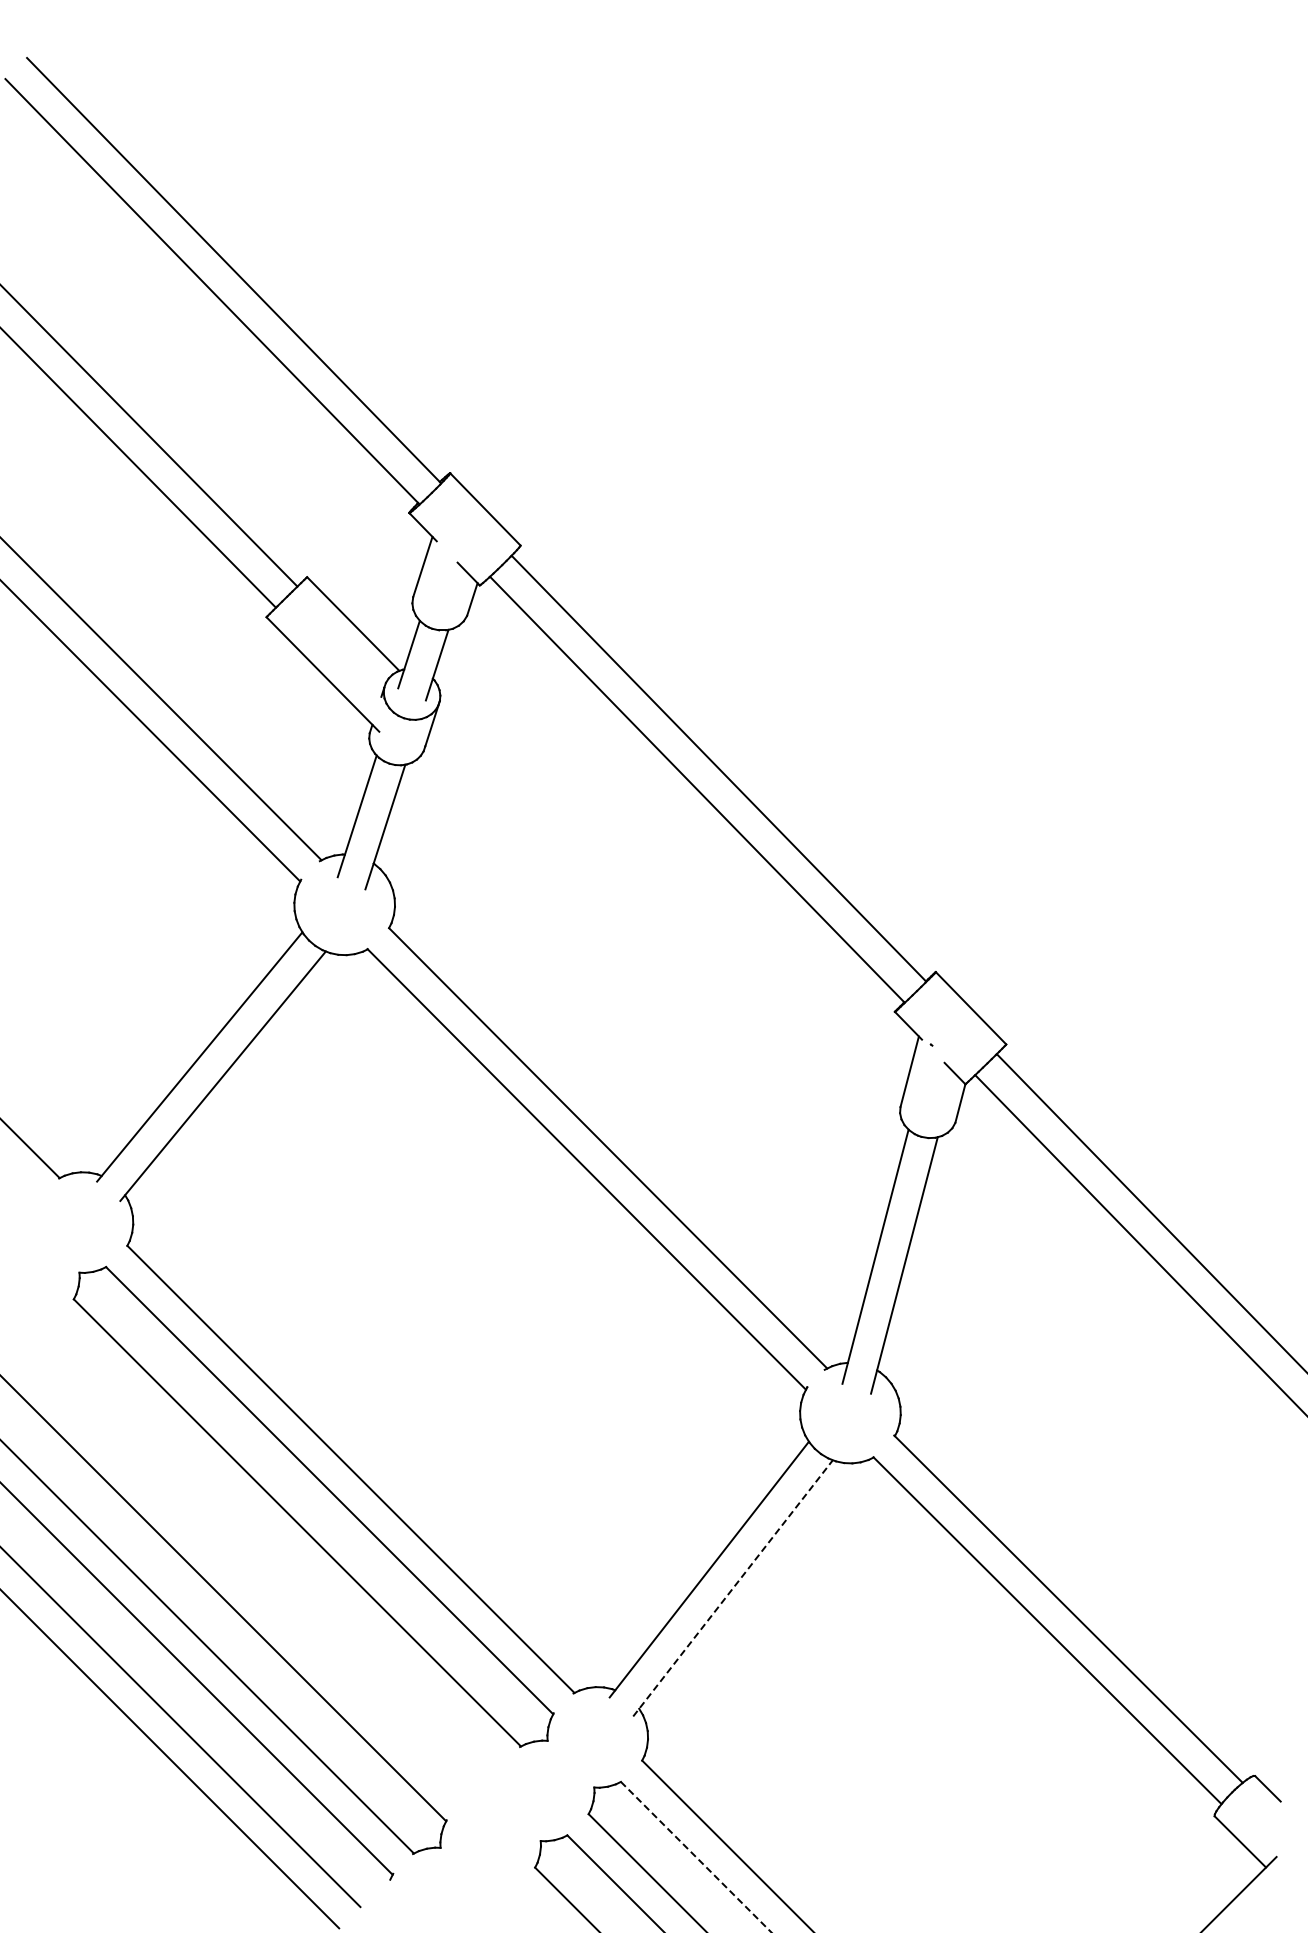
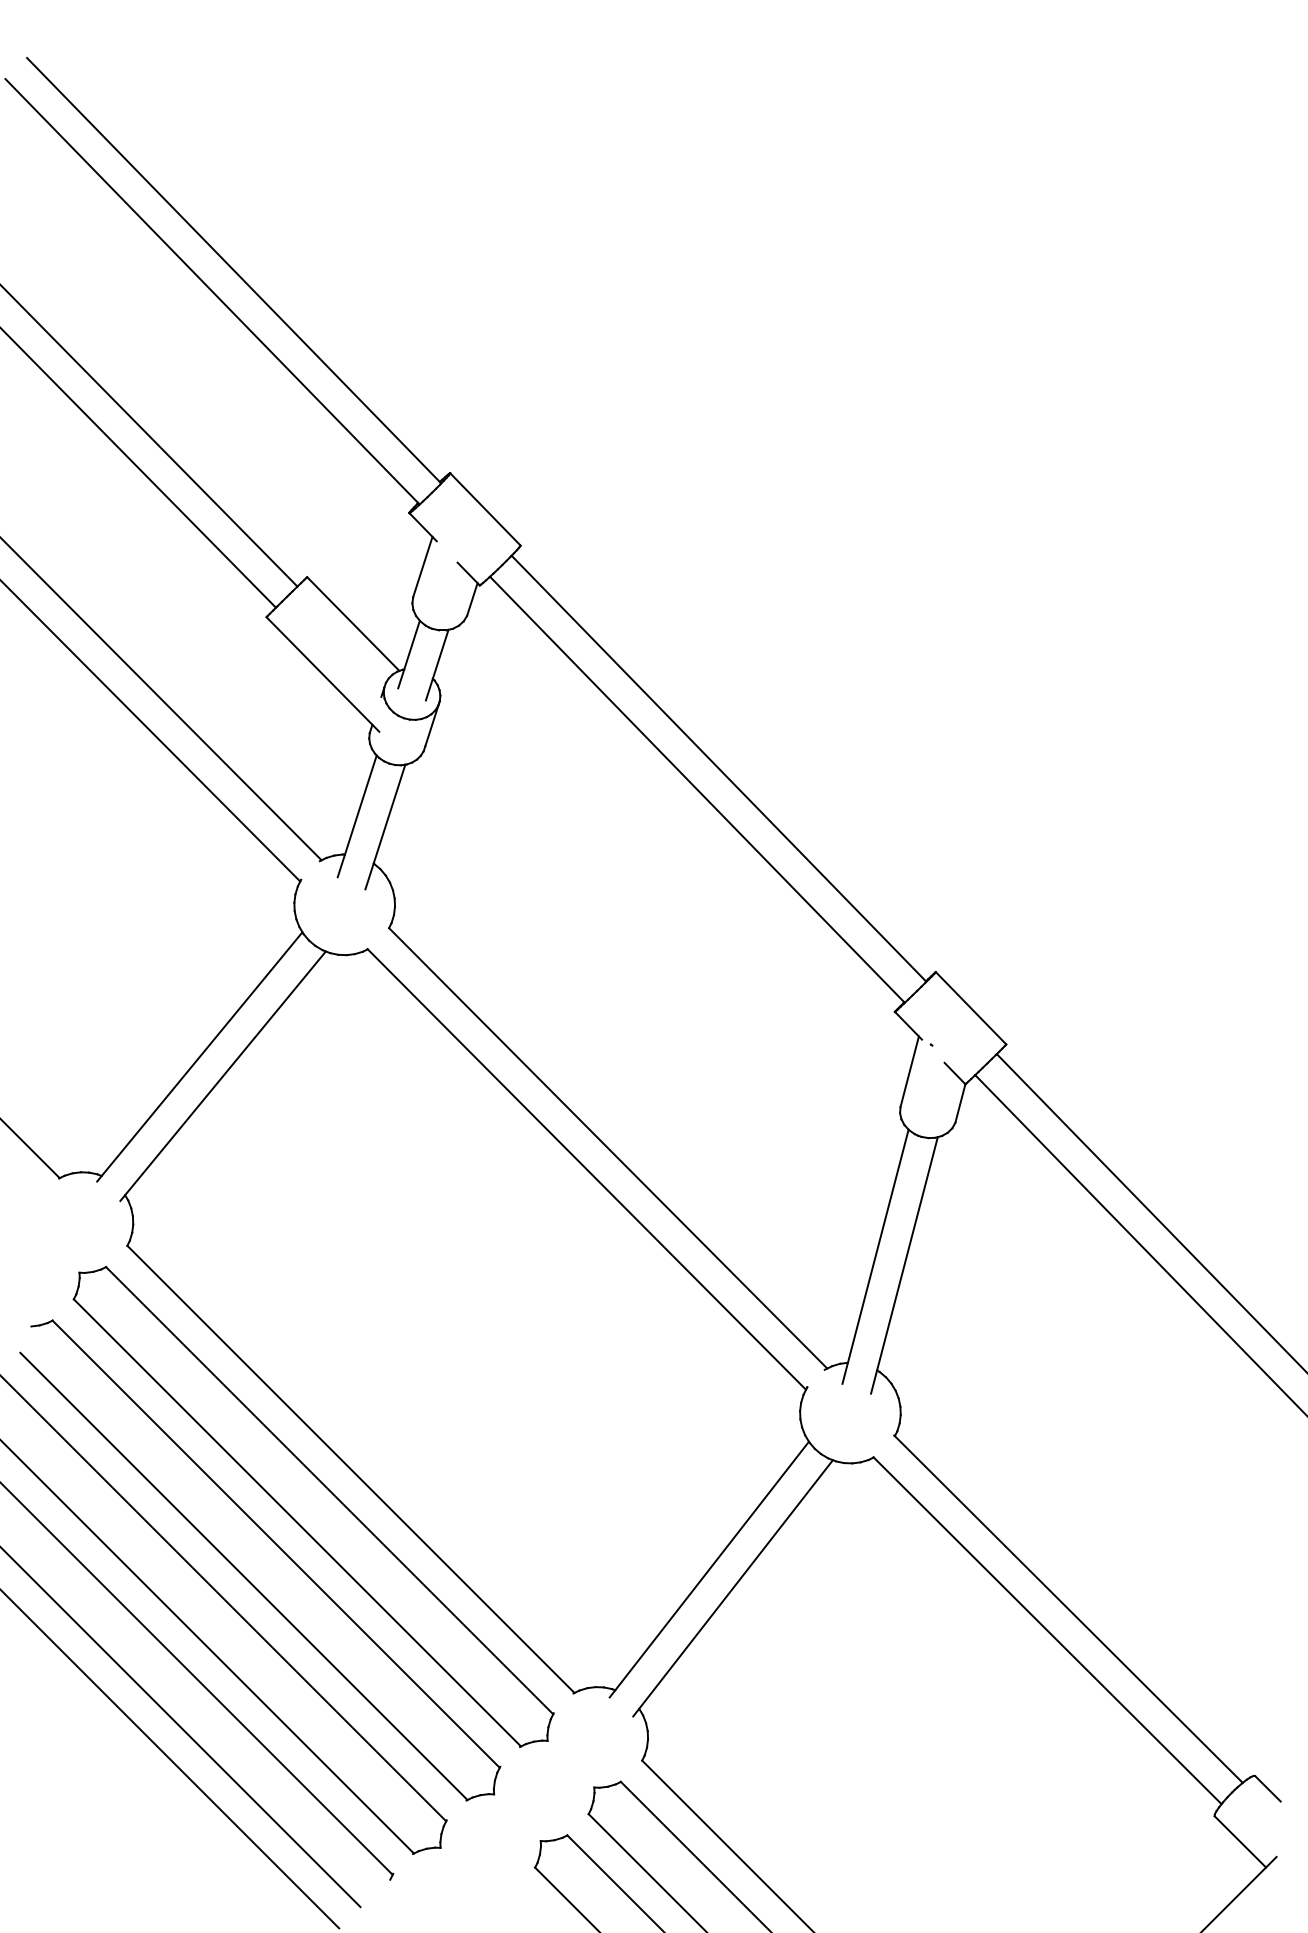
part at (275, 1544): none -> present
line at (733, 1587): dashed -> solid
line at (696, 1857): dashed -> solid
